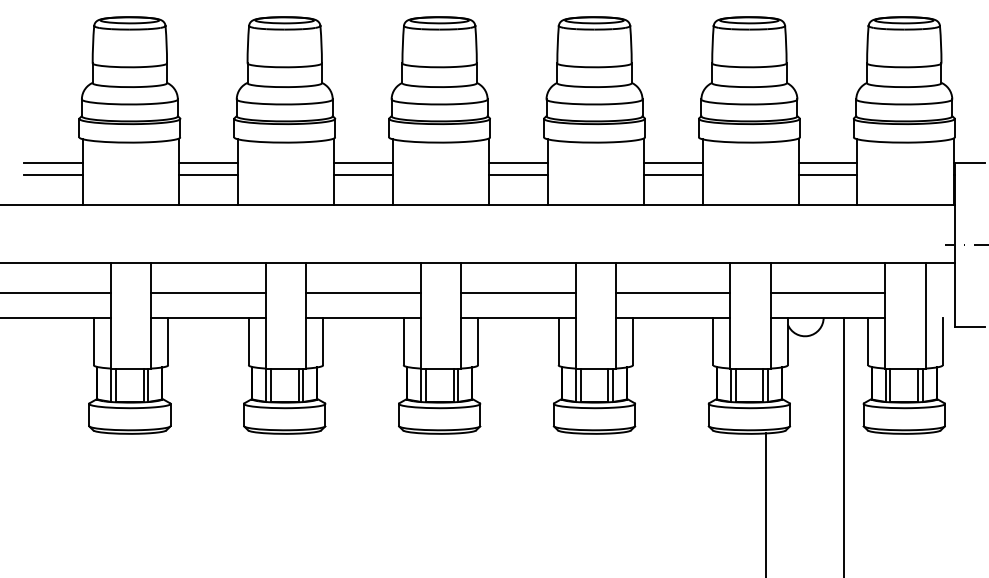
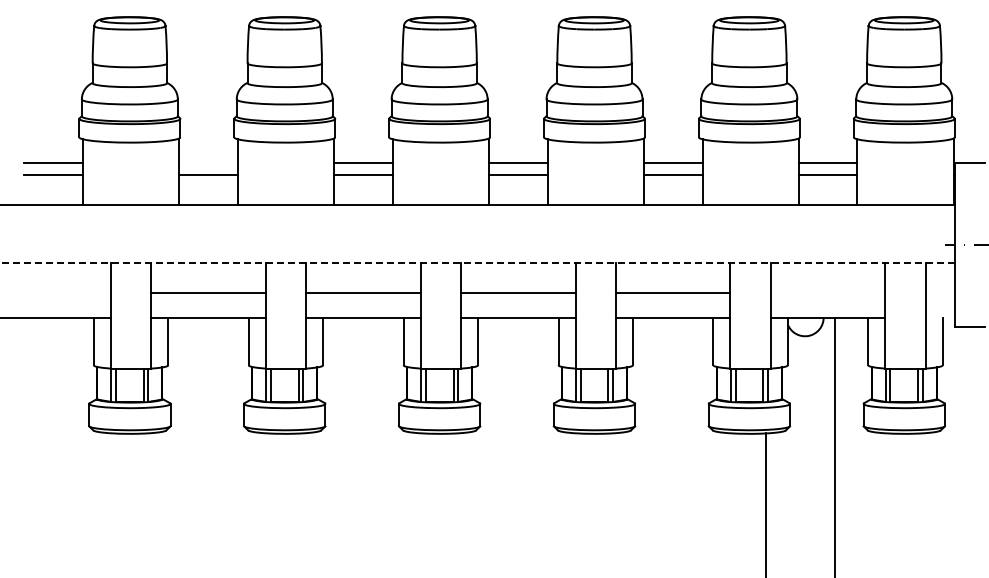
line at (208, 162): present -> none
line at (477, 263): solid -> dashed
line at (56, 292): present -> none
line at (827, 292): present -> none
line at (843, 445) position: (843, 445) -> (834, 445)
